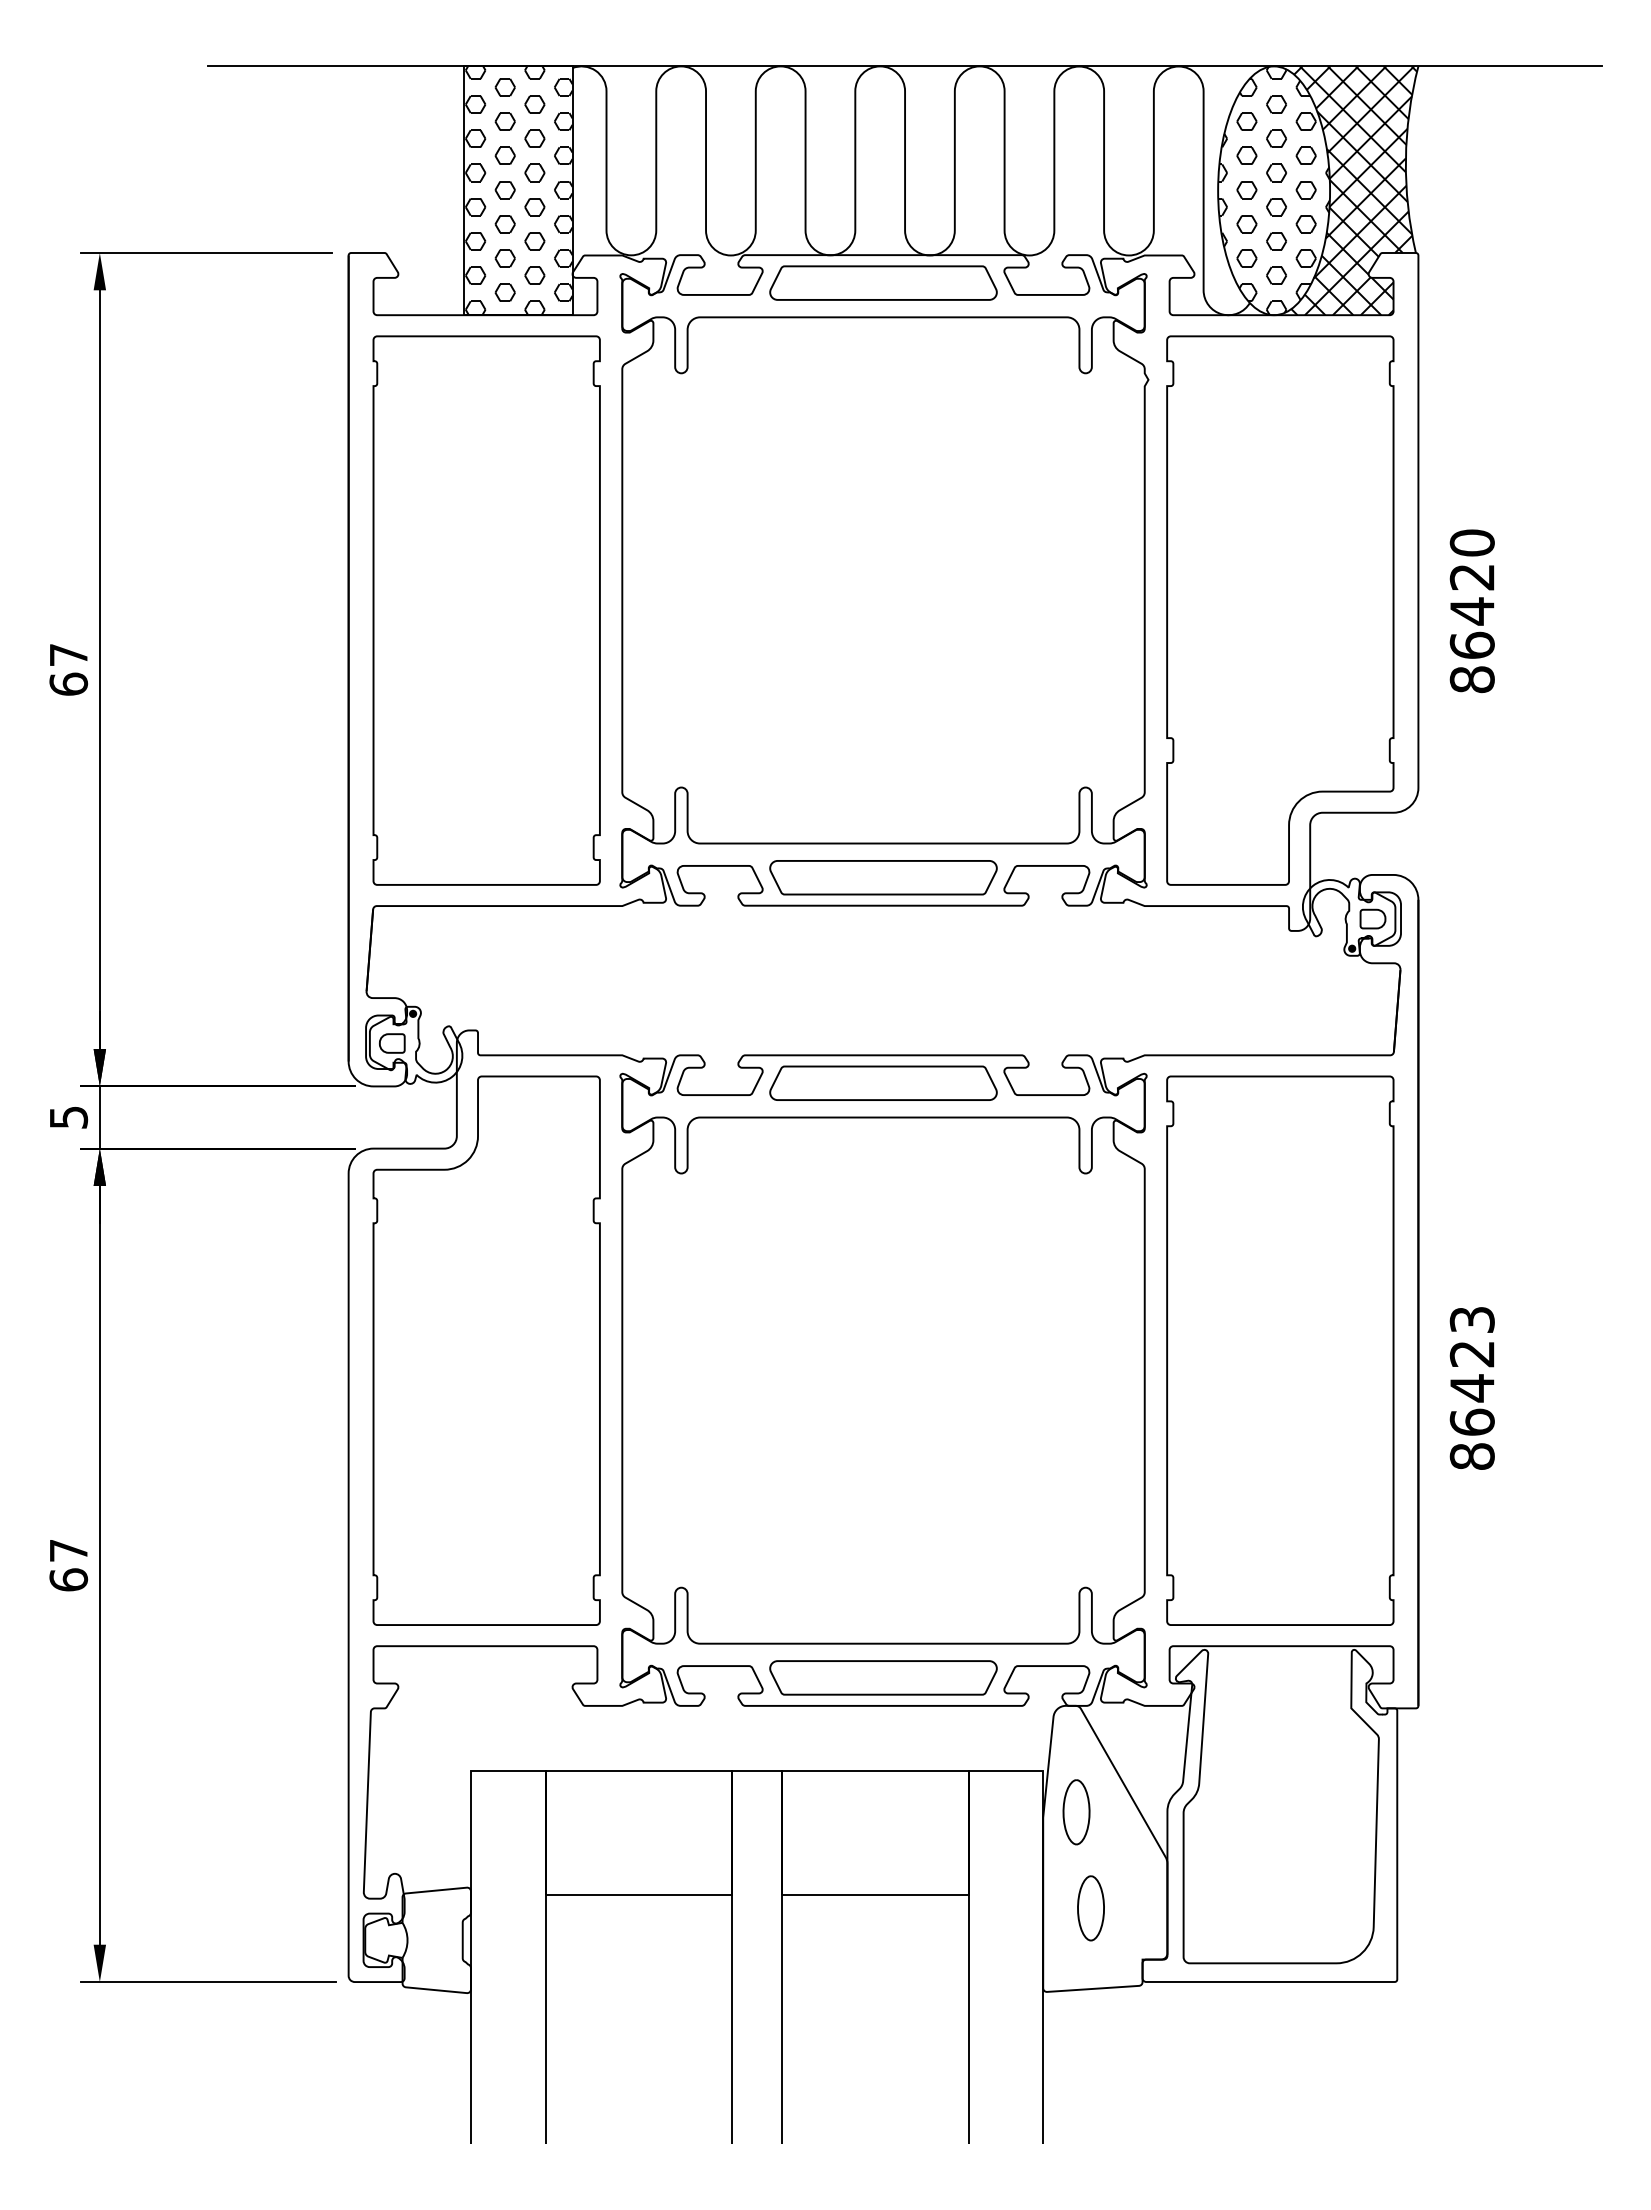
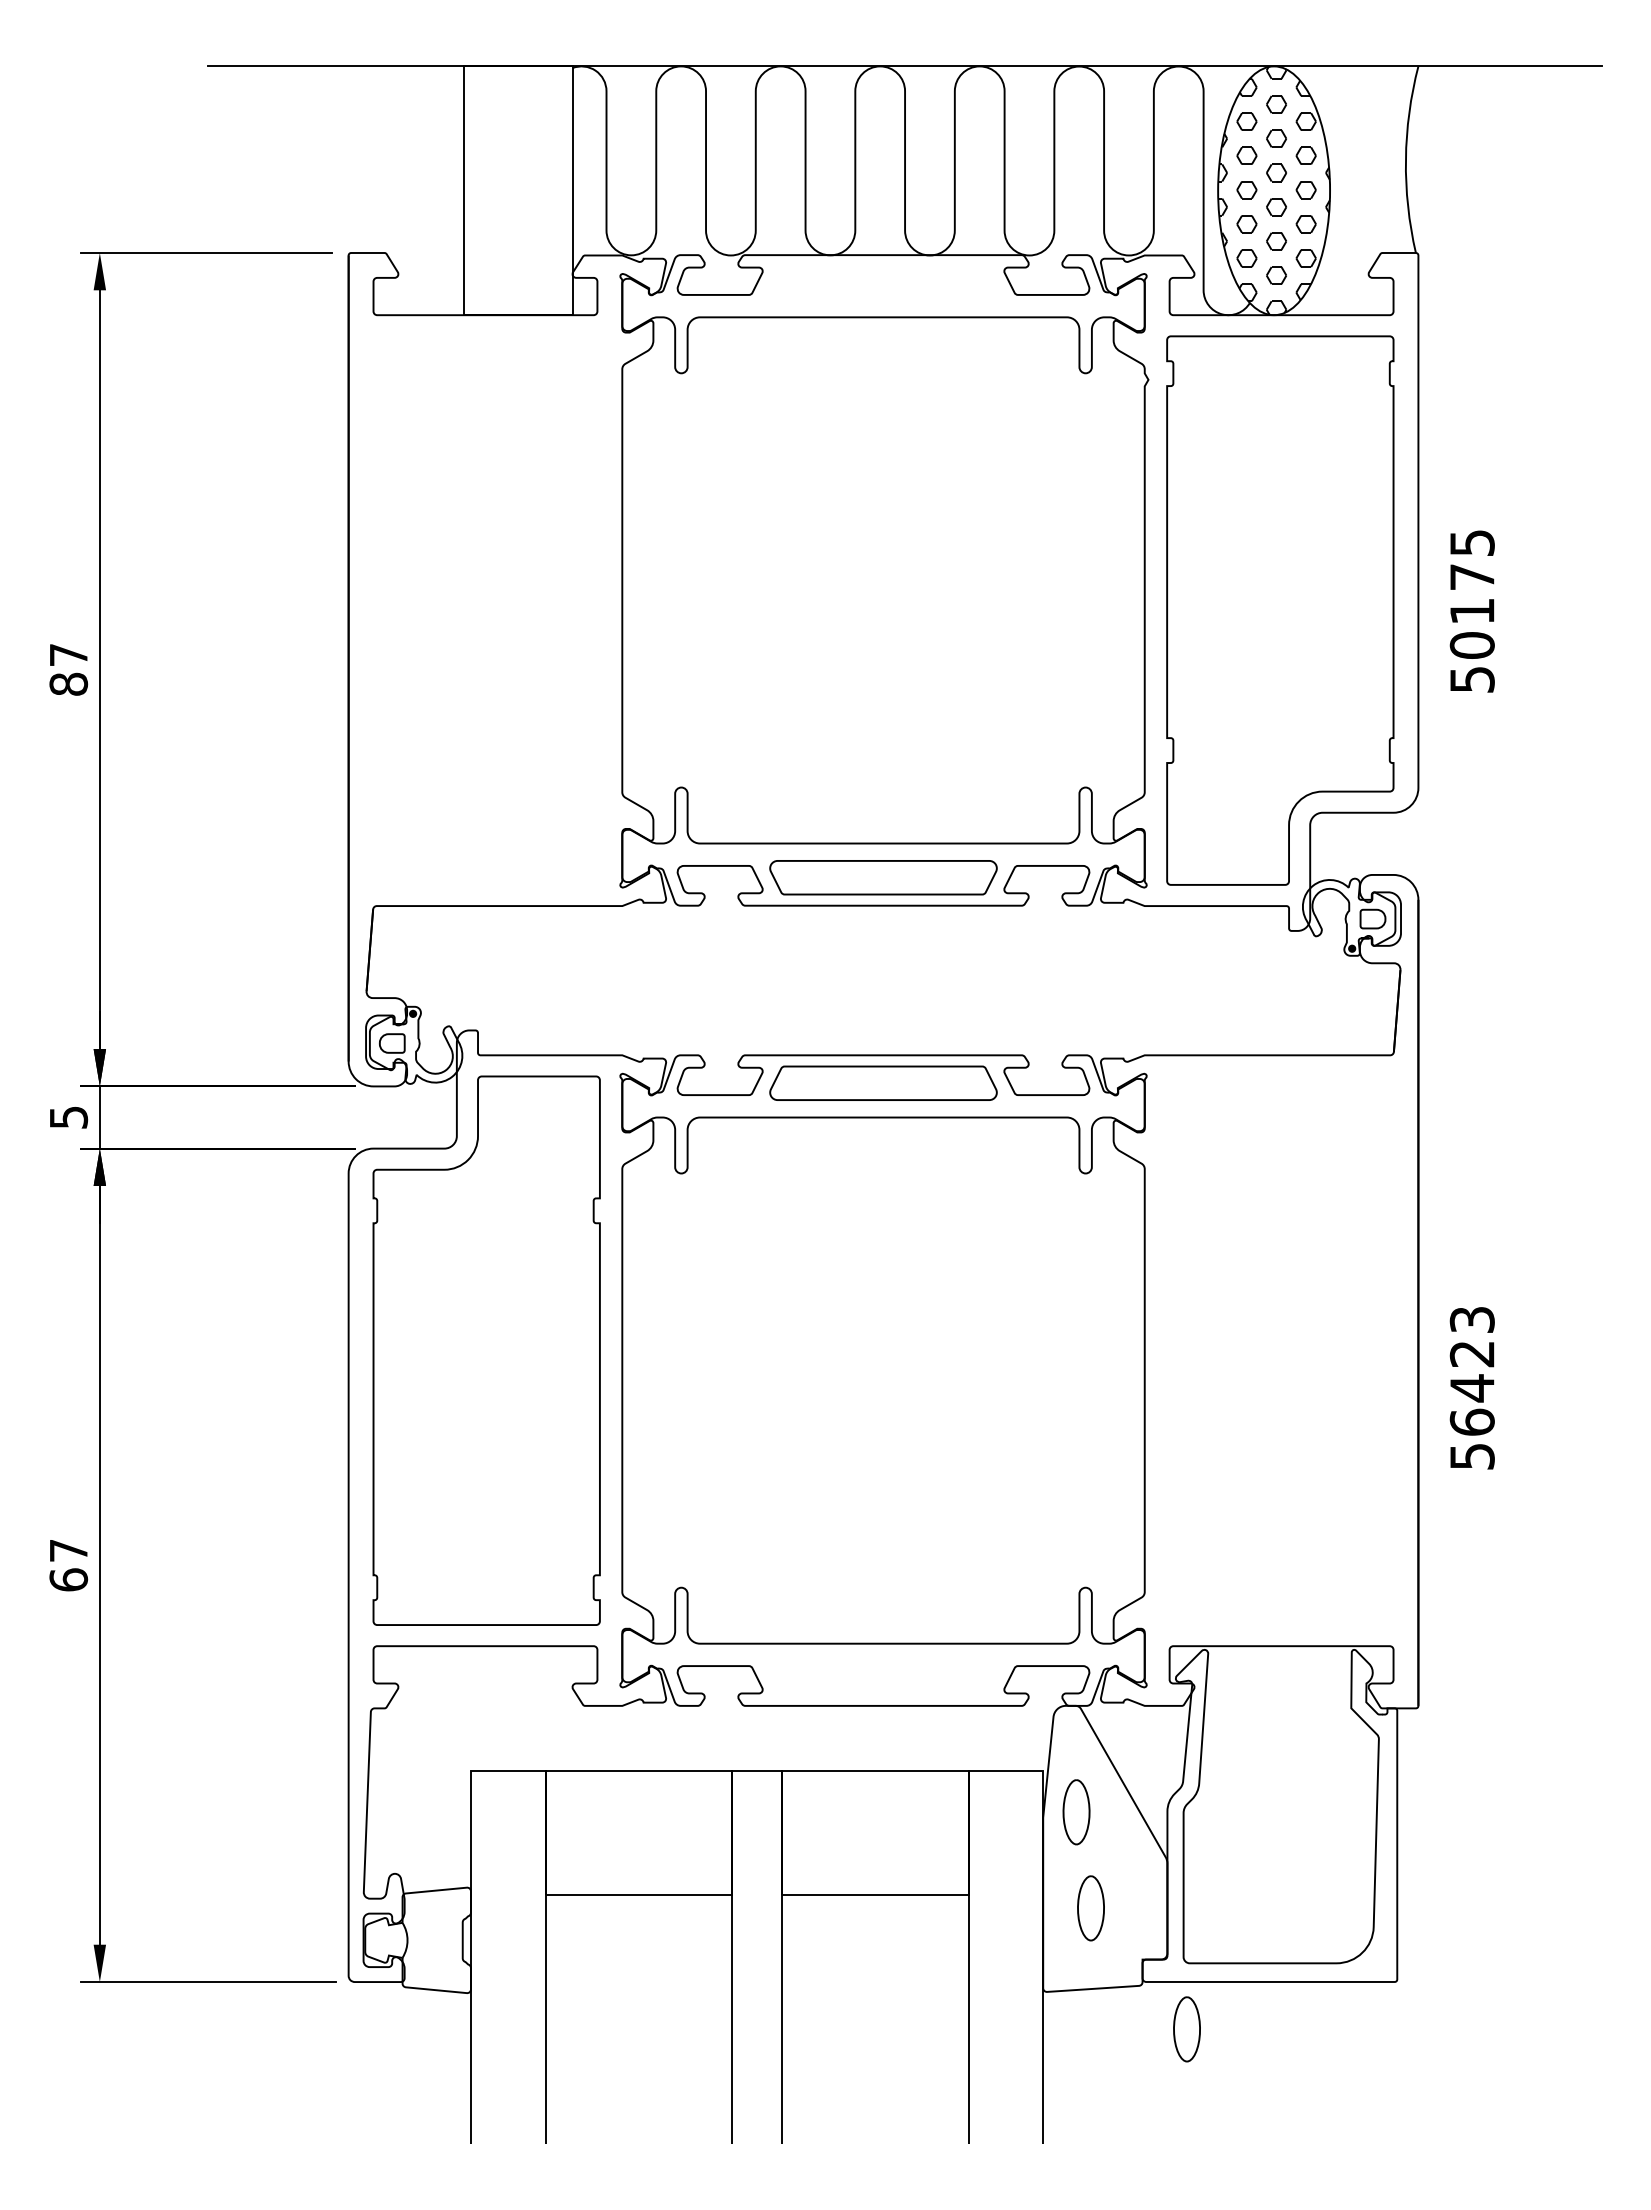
hatch at (518, 190): present -> none
hatch at (1345, 190): present -> none
curve at (883, 267): present -> none
part at (486, 610): present -> none
text at (1471, 611): 86420 -> 50175
text at (68, 683): 67 -> 87
part at (1280, 1350): present -> none
text at (1471, 1456): 86423 -> 56423
curve at (883, 1661): present -> none
part at (1186, 2029): none -> present
